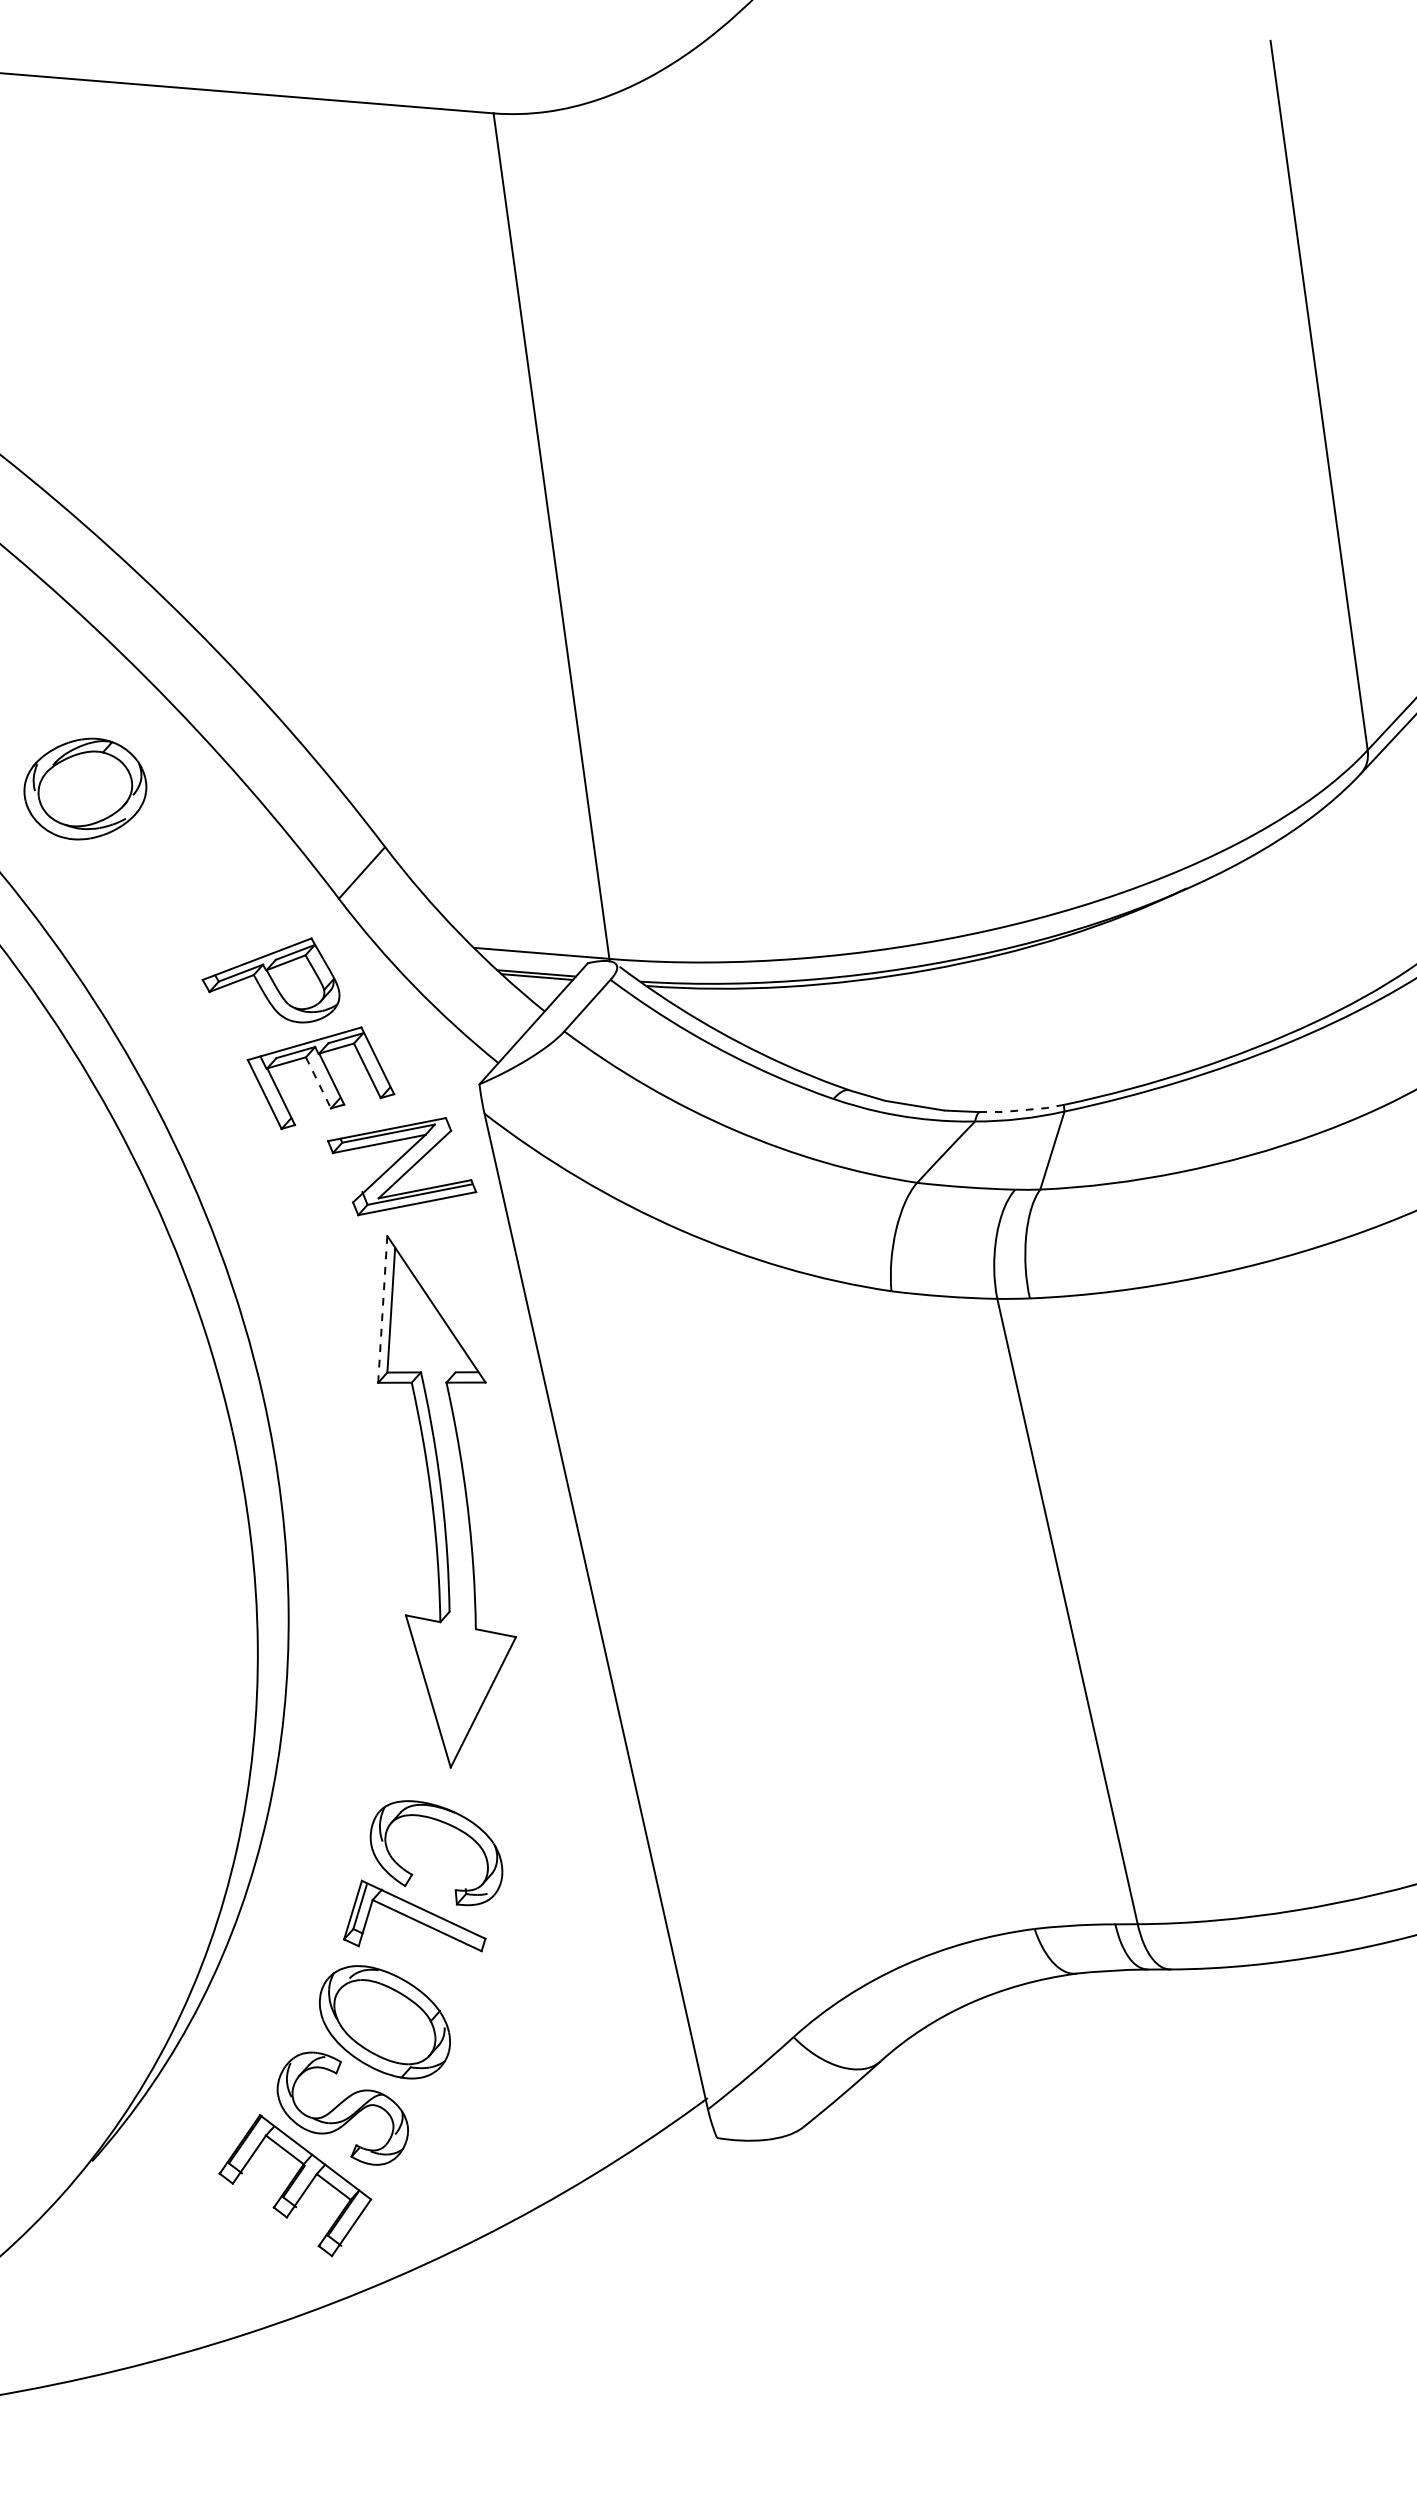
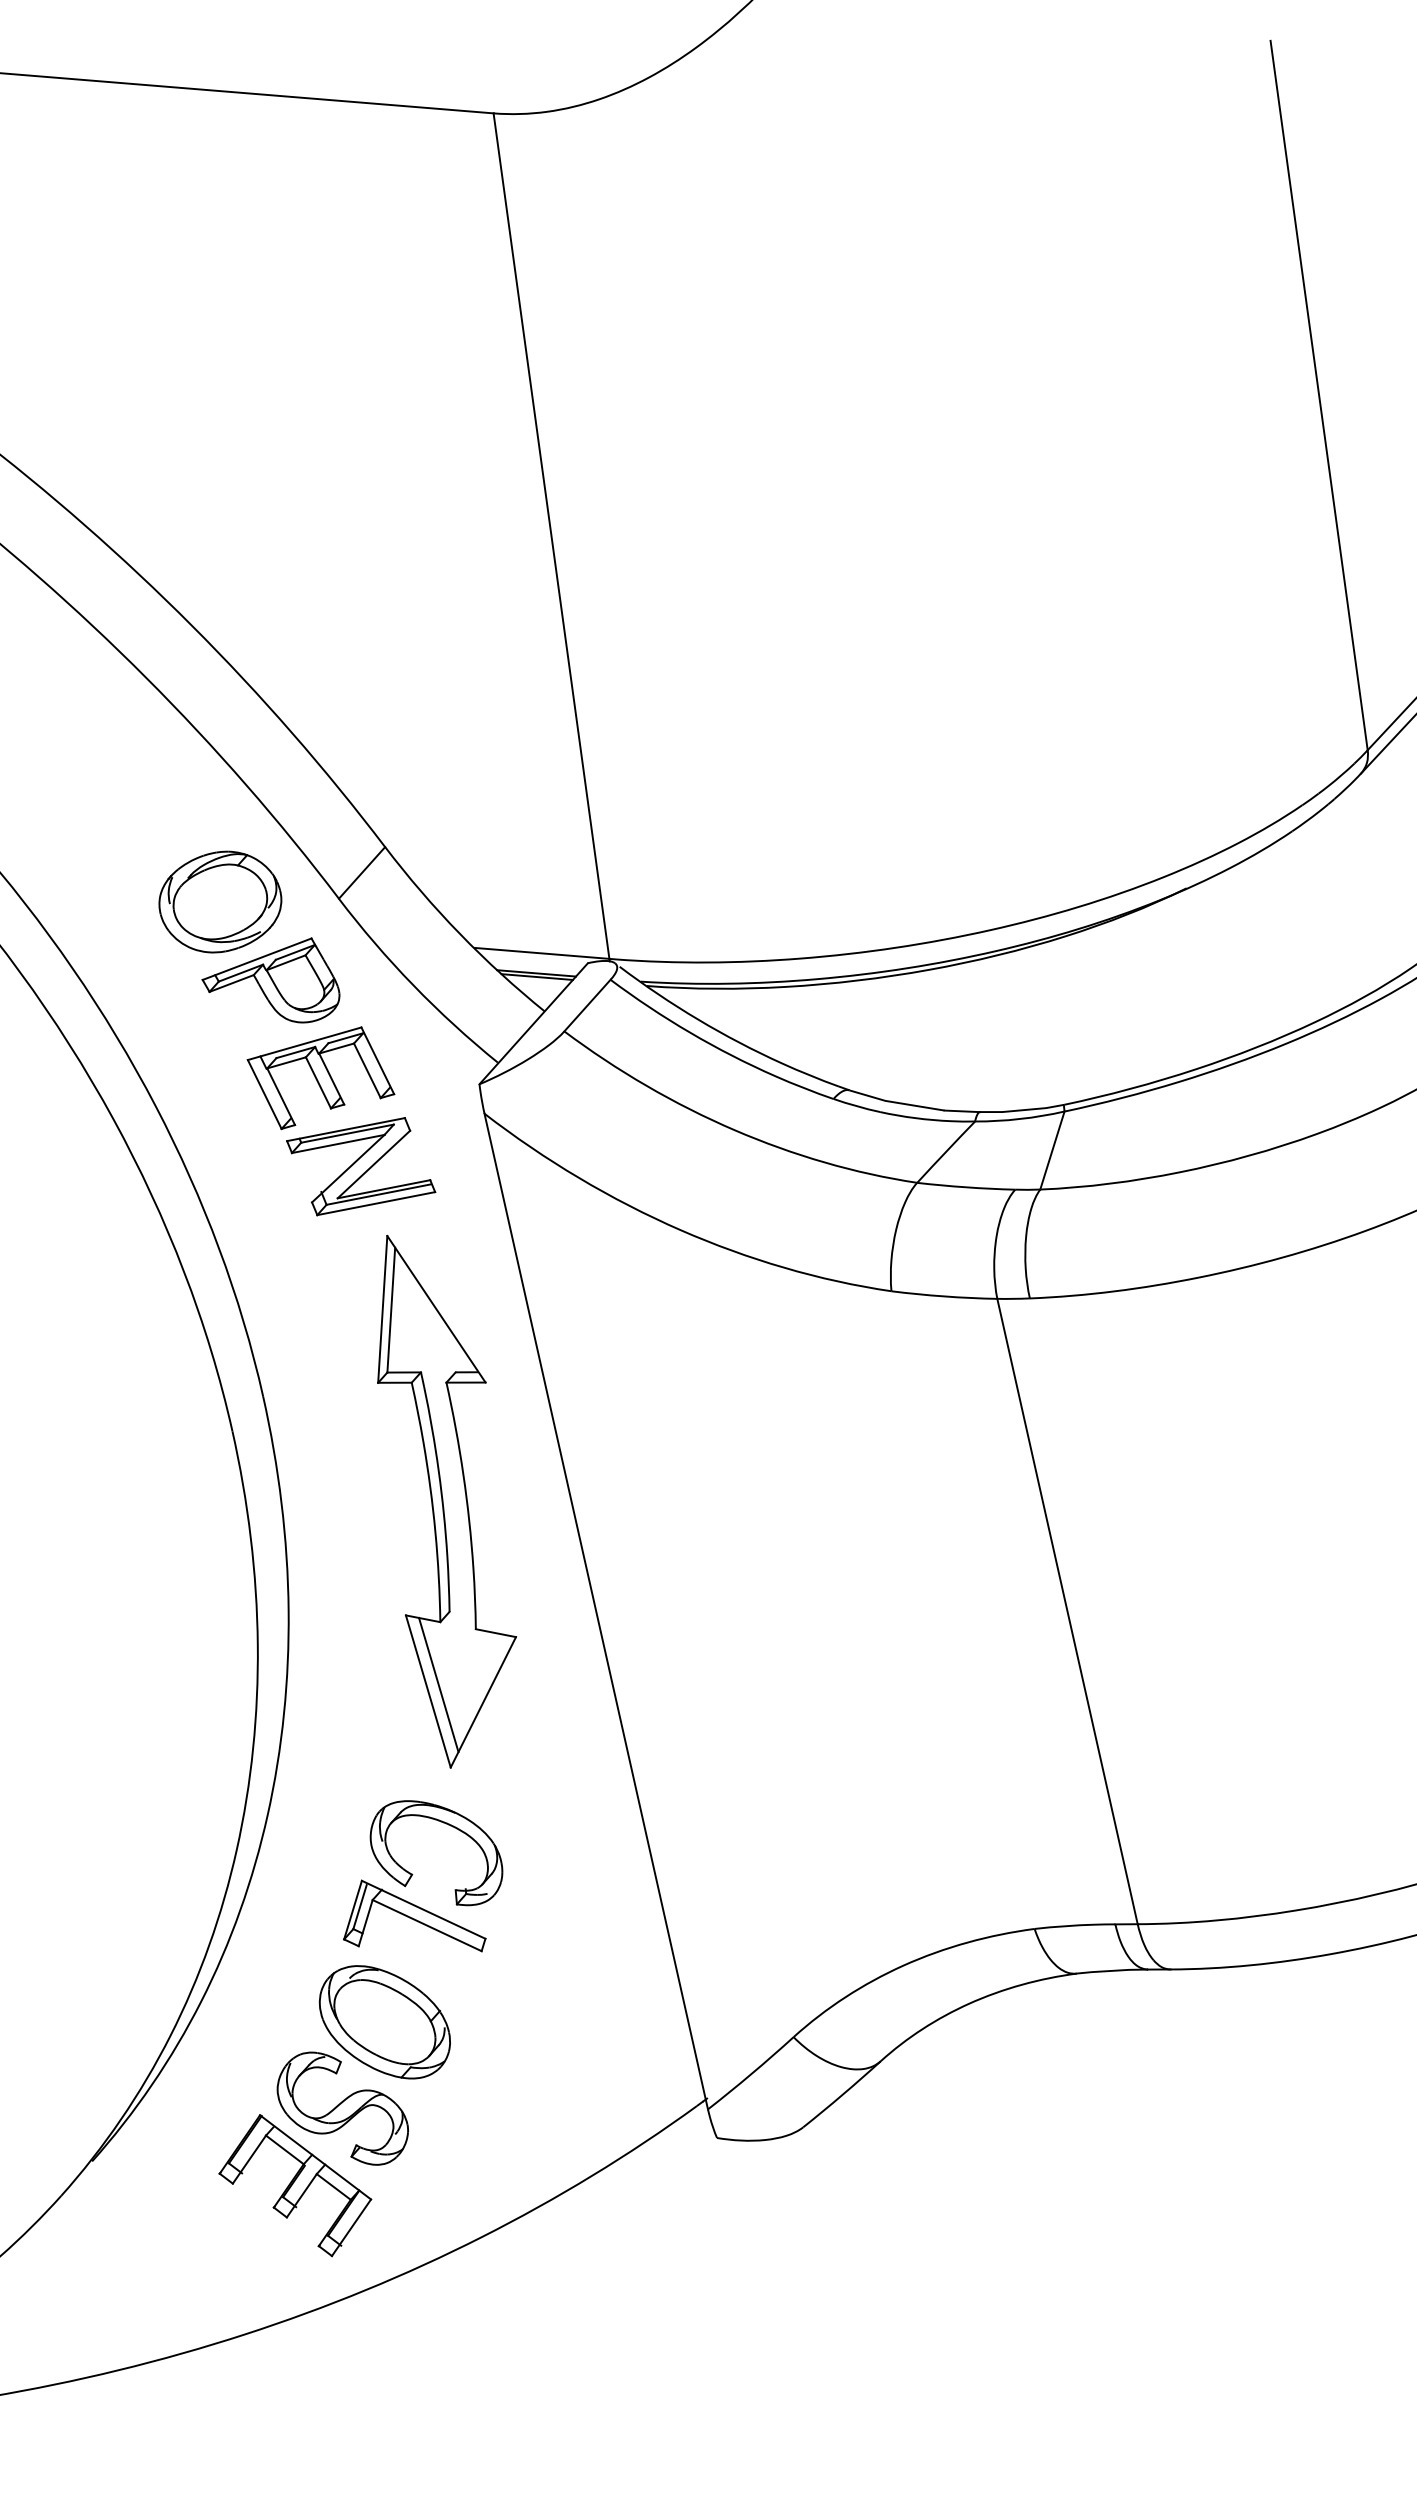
part at (85, 788) position: (85, 788) -> (220, 901)
line at (318, 1083): dashed -> solid
line at (1021, 1110): dashed -> solid
part at (402, 1166) position: (402, 1166) -> (361, 1166)
line at (382, 1309): dashed -> solid
line at (438, 1684): none -> present
